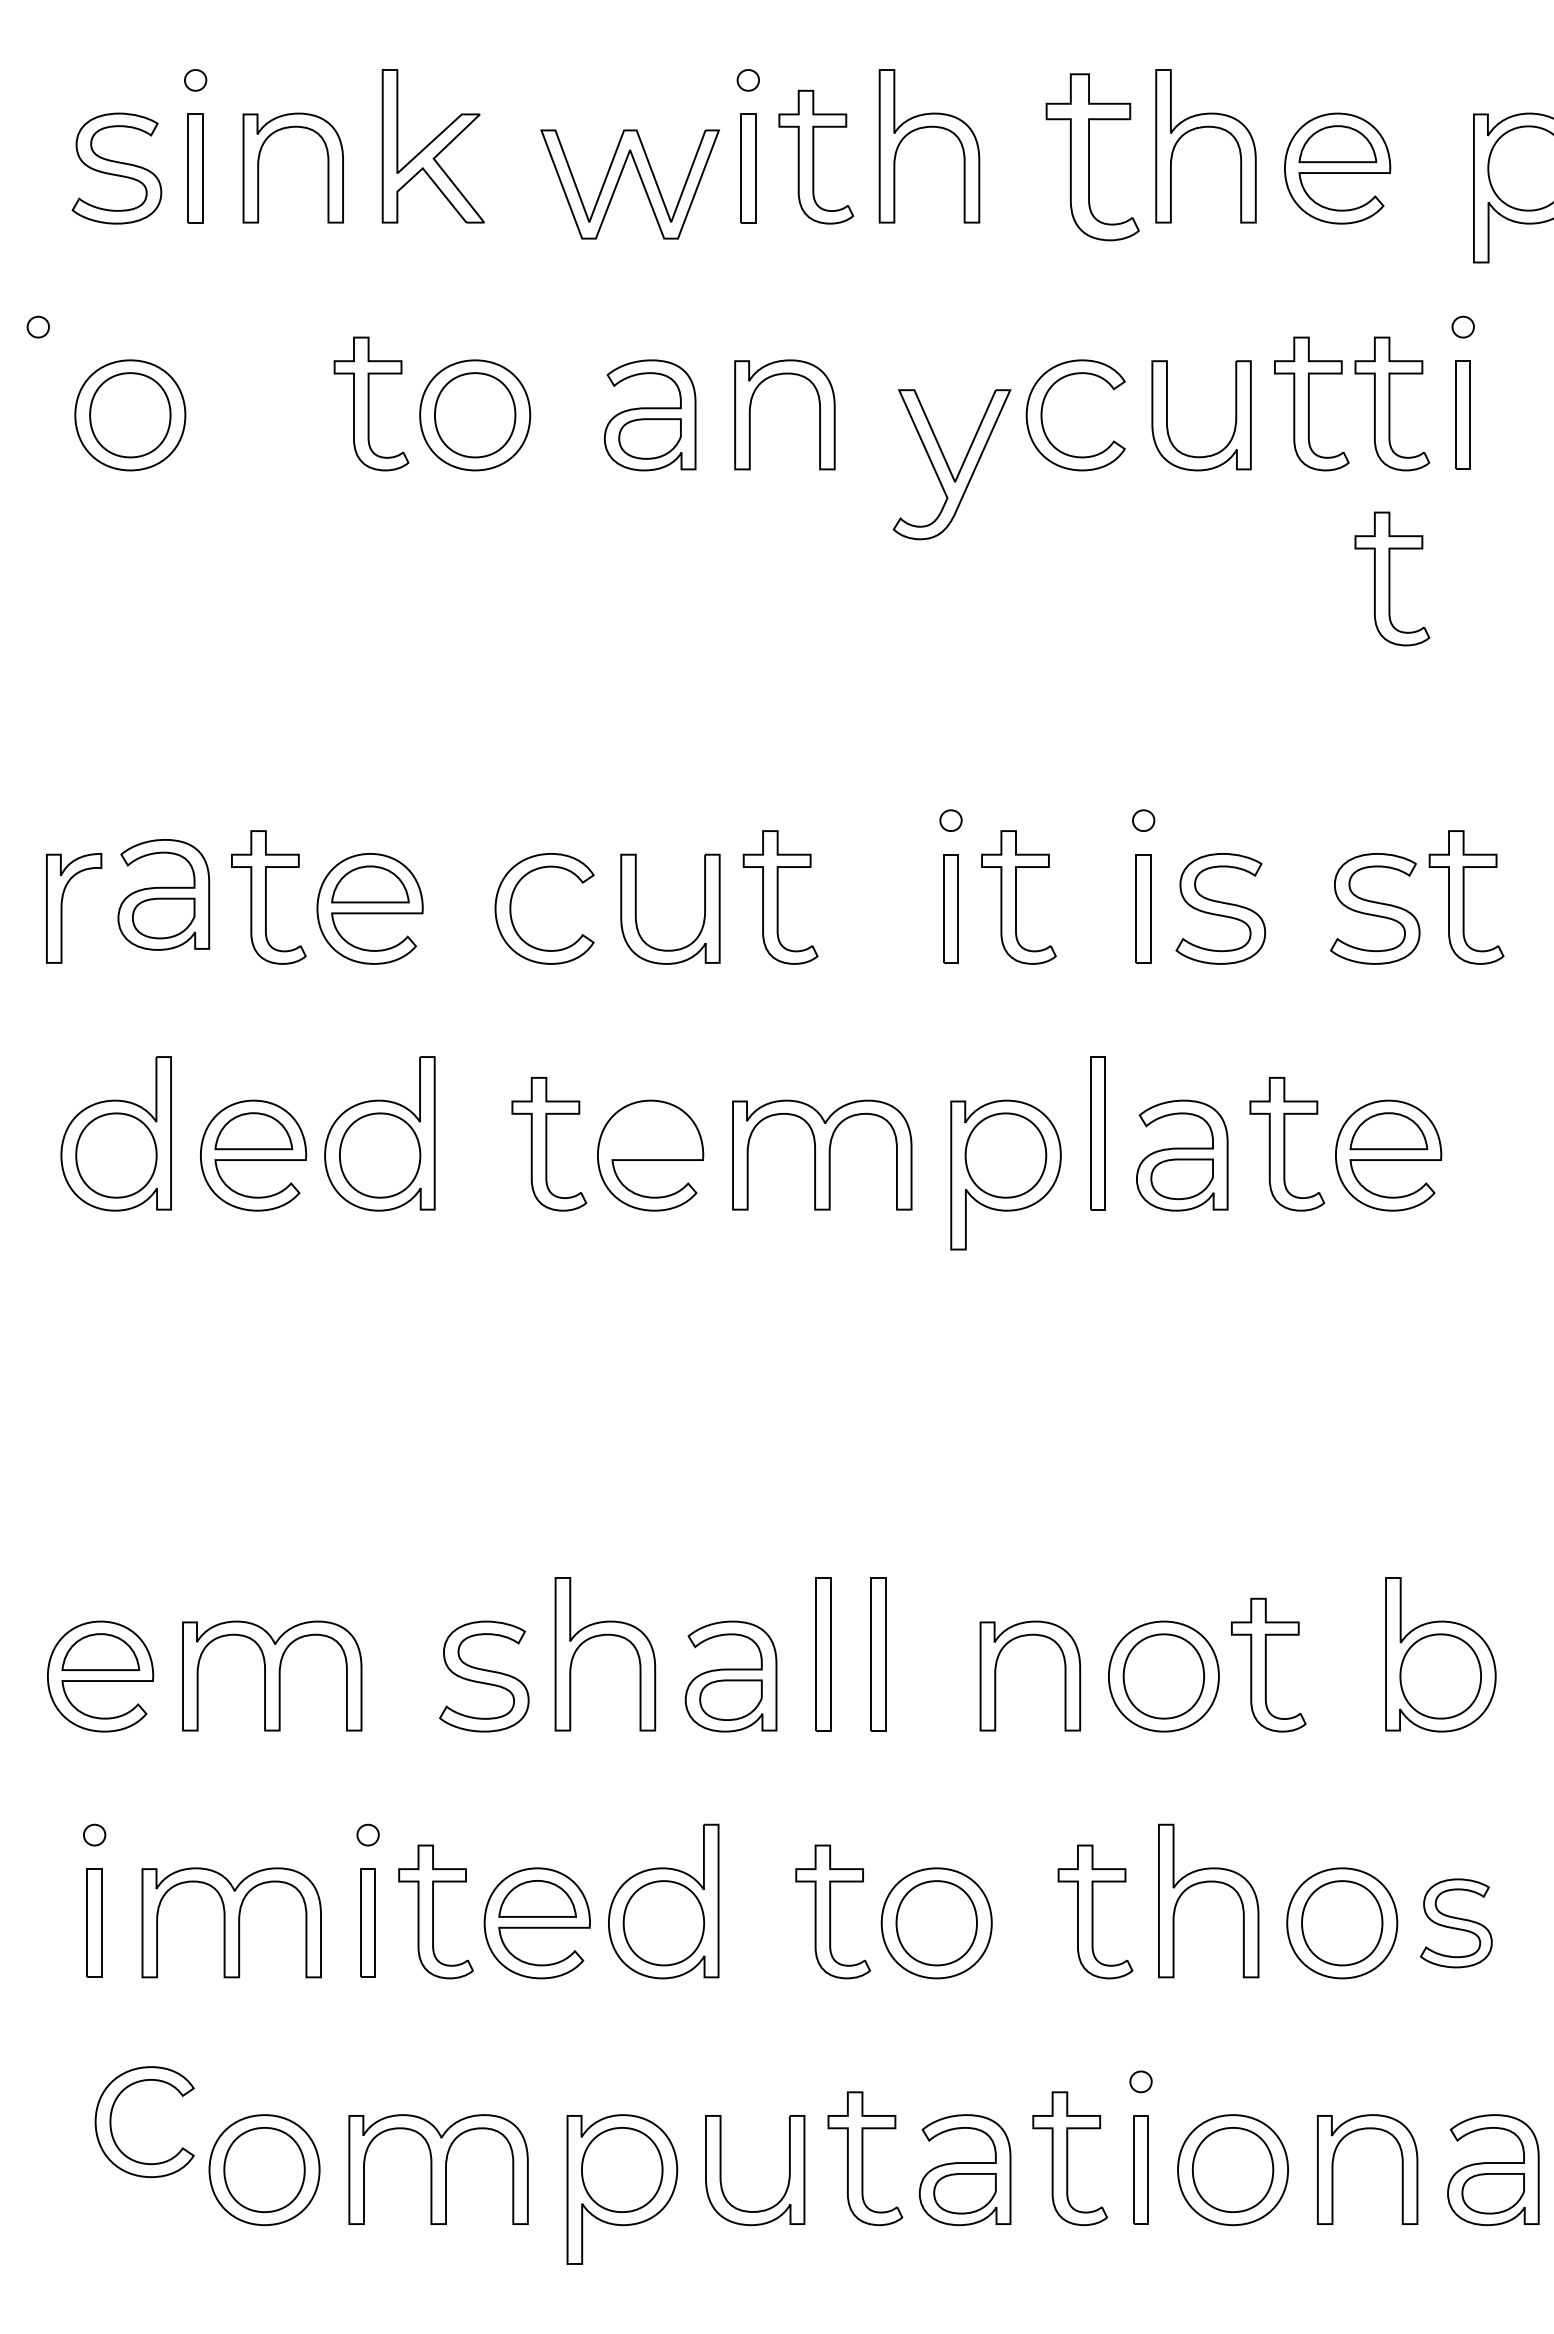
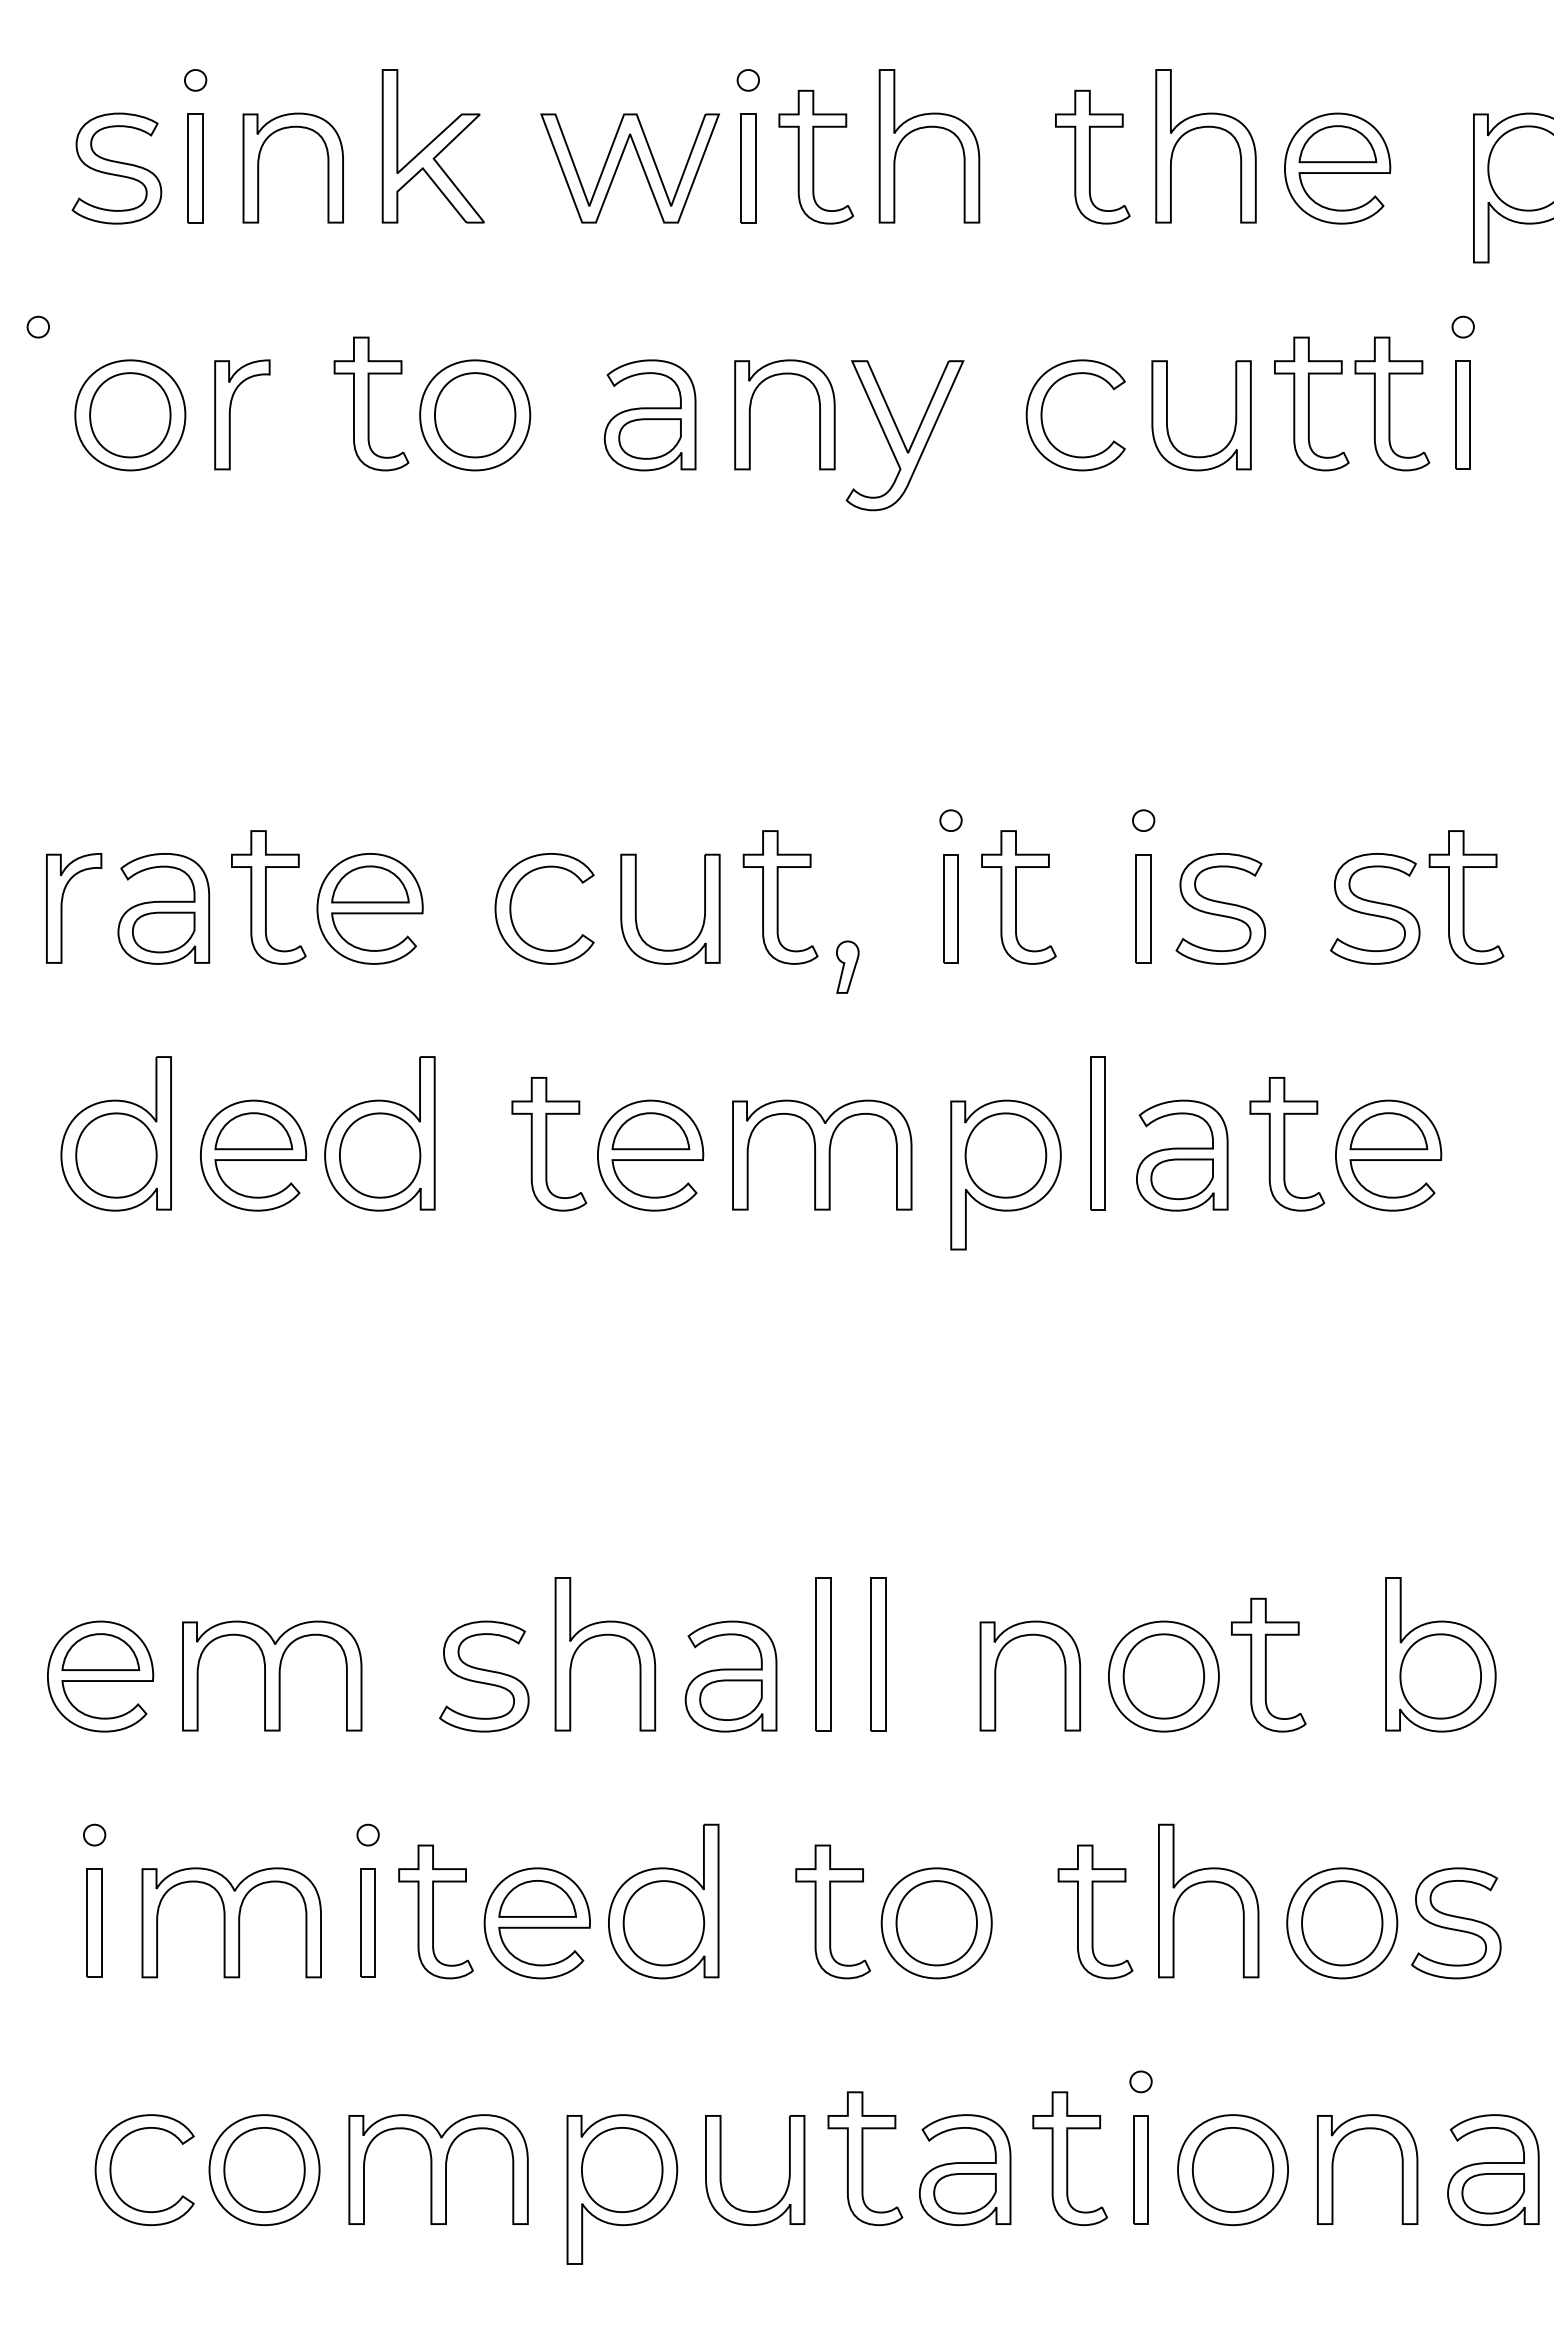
part at (1092, 157) size: 95x169 px -> 76x136 px
part at (640, 180) position: (640, 180) -> (640, 164)
part at (230, 414): none -> present
part at (951, 464) position: (951, 464) -> (904, 435)
part at (1392, 578): present -> none
part at (163, 894) position: (163, 894) -> (163, 908)
part at (847, 966): none -> present
part at (650, 1131): none -> present
part at (1456, 1923) size: 73x91 px -> 91x113 px
part at (112, 2113) position: (112, 2113) -> (112, 2161)
